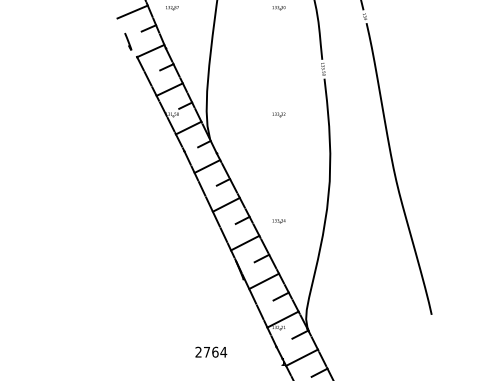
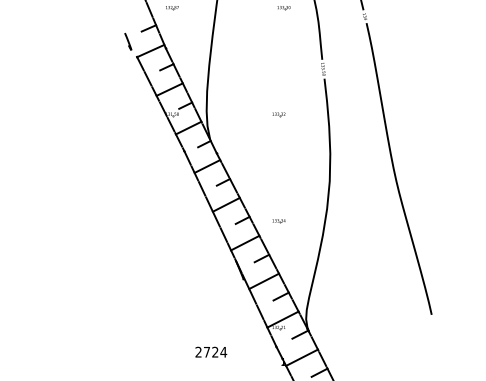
part at (278, 8) position: (278, 8) -> (283, 8)
line at (132, 11): present -> none
text at (215, 351): 2764 -> 2724
